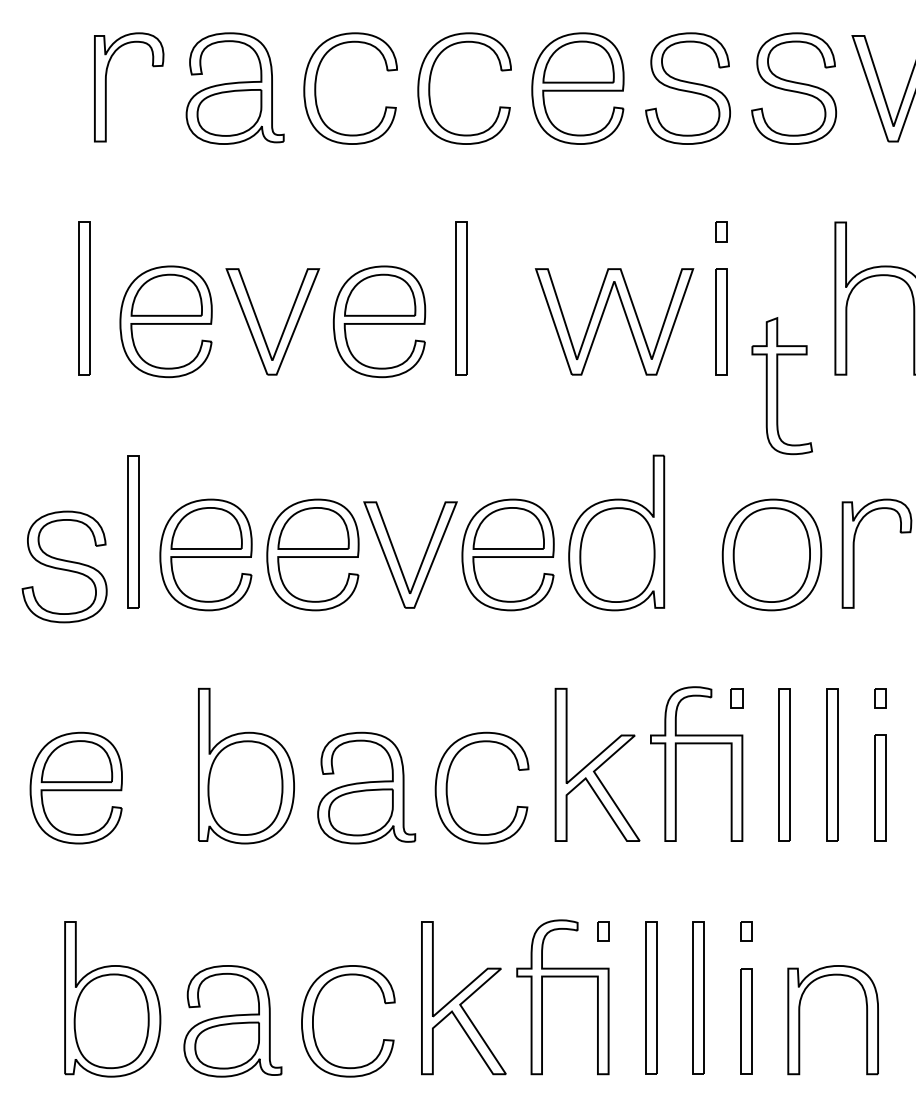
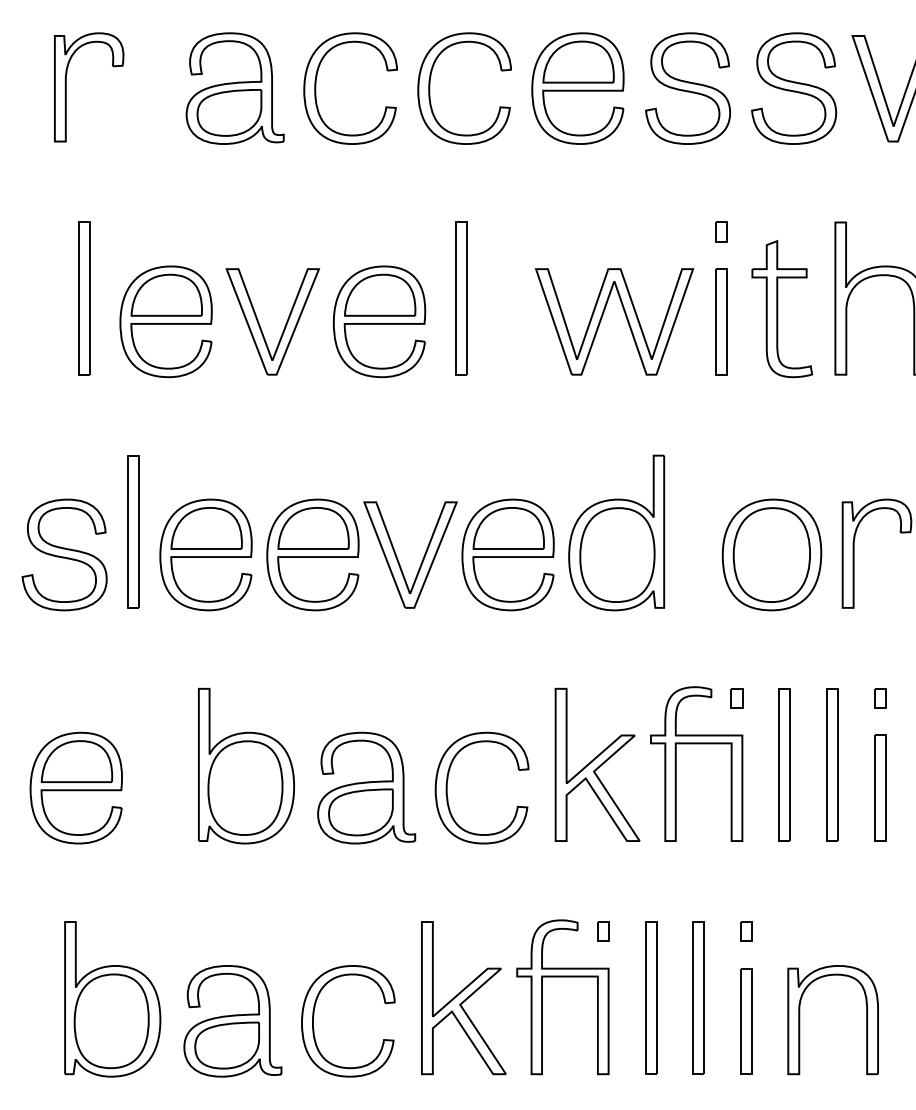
part at (106, 87) position: (106, 87) -> (66, 87)
part at (781, 386) position: (781, 386) -> (781, 309)
part at (64, 566) position: (64, 566) -> (64, 554)
